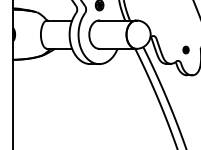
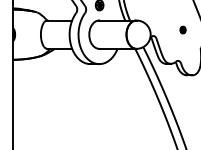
part at (185, 49) position: (185, 49) -> (182, 29)
